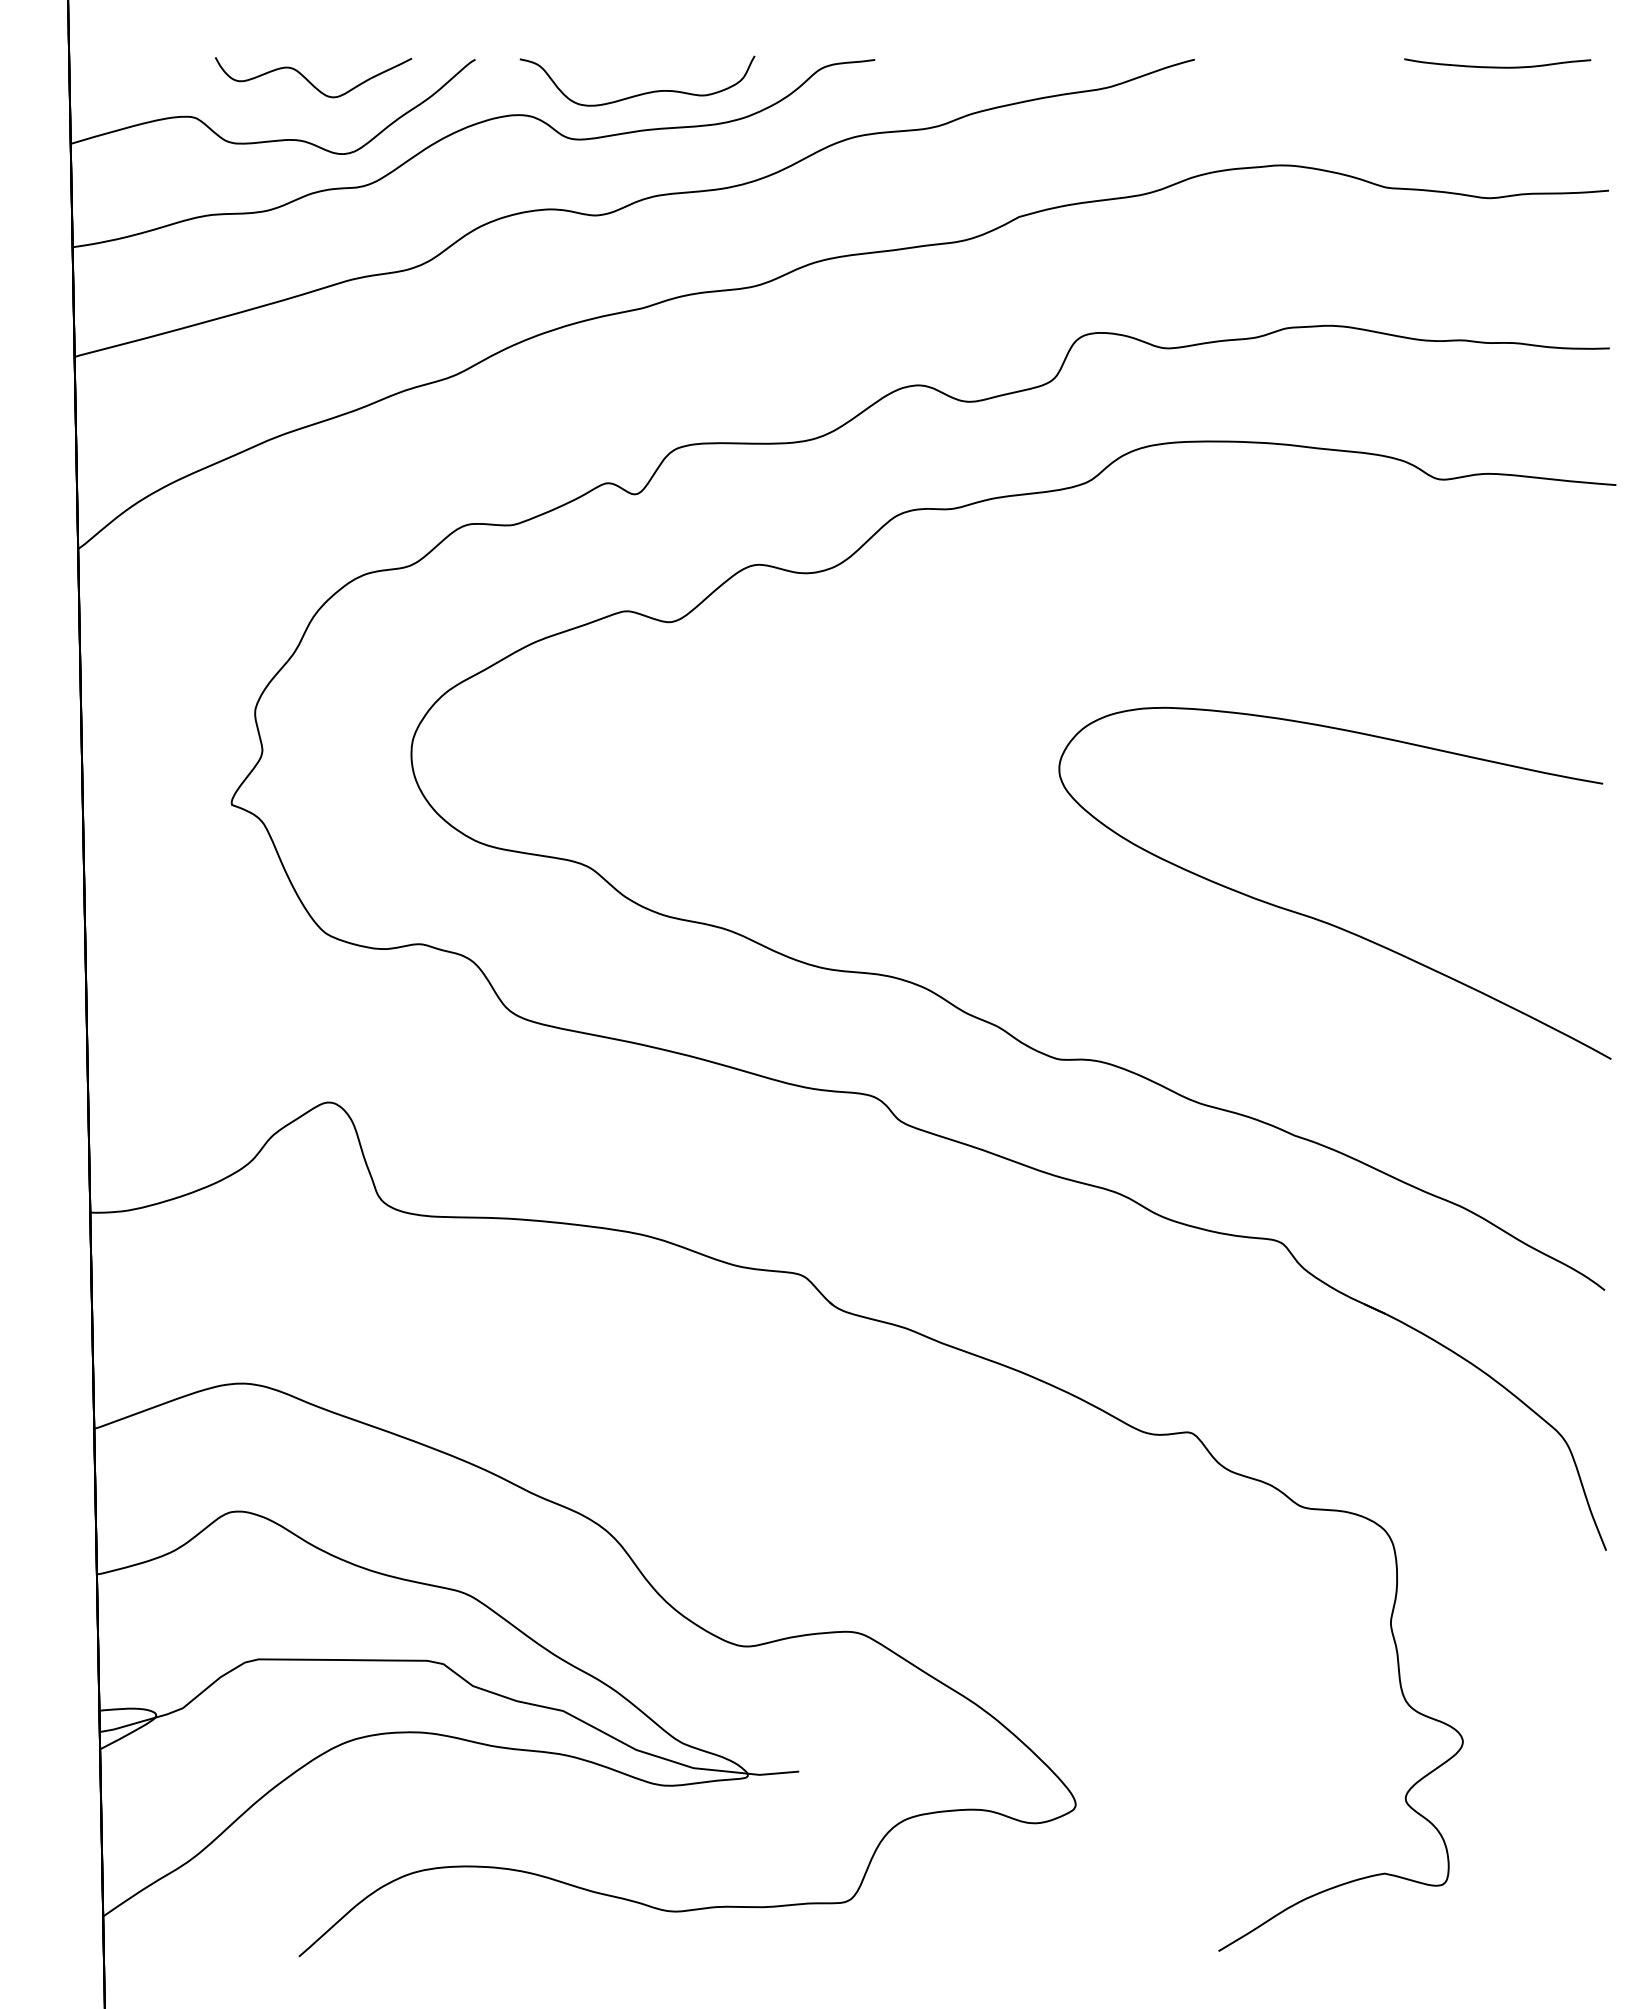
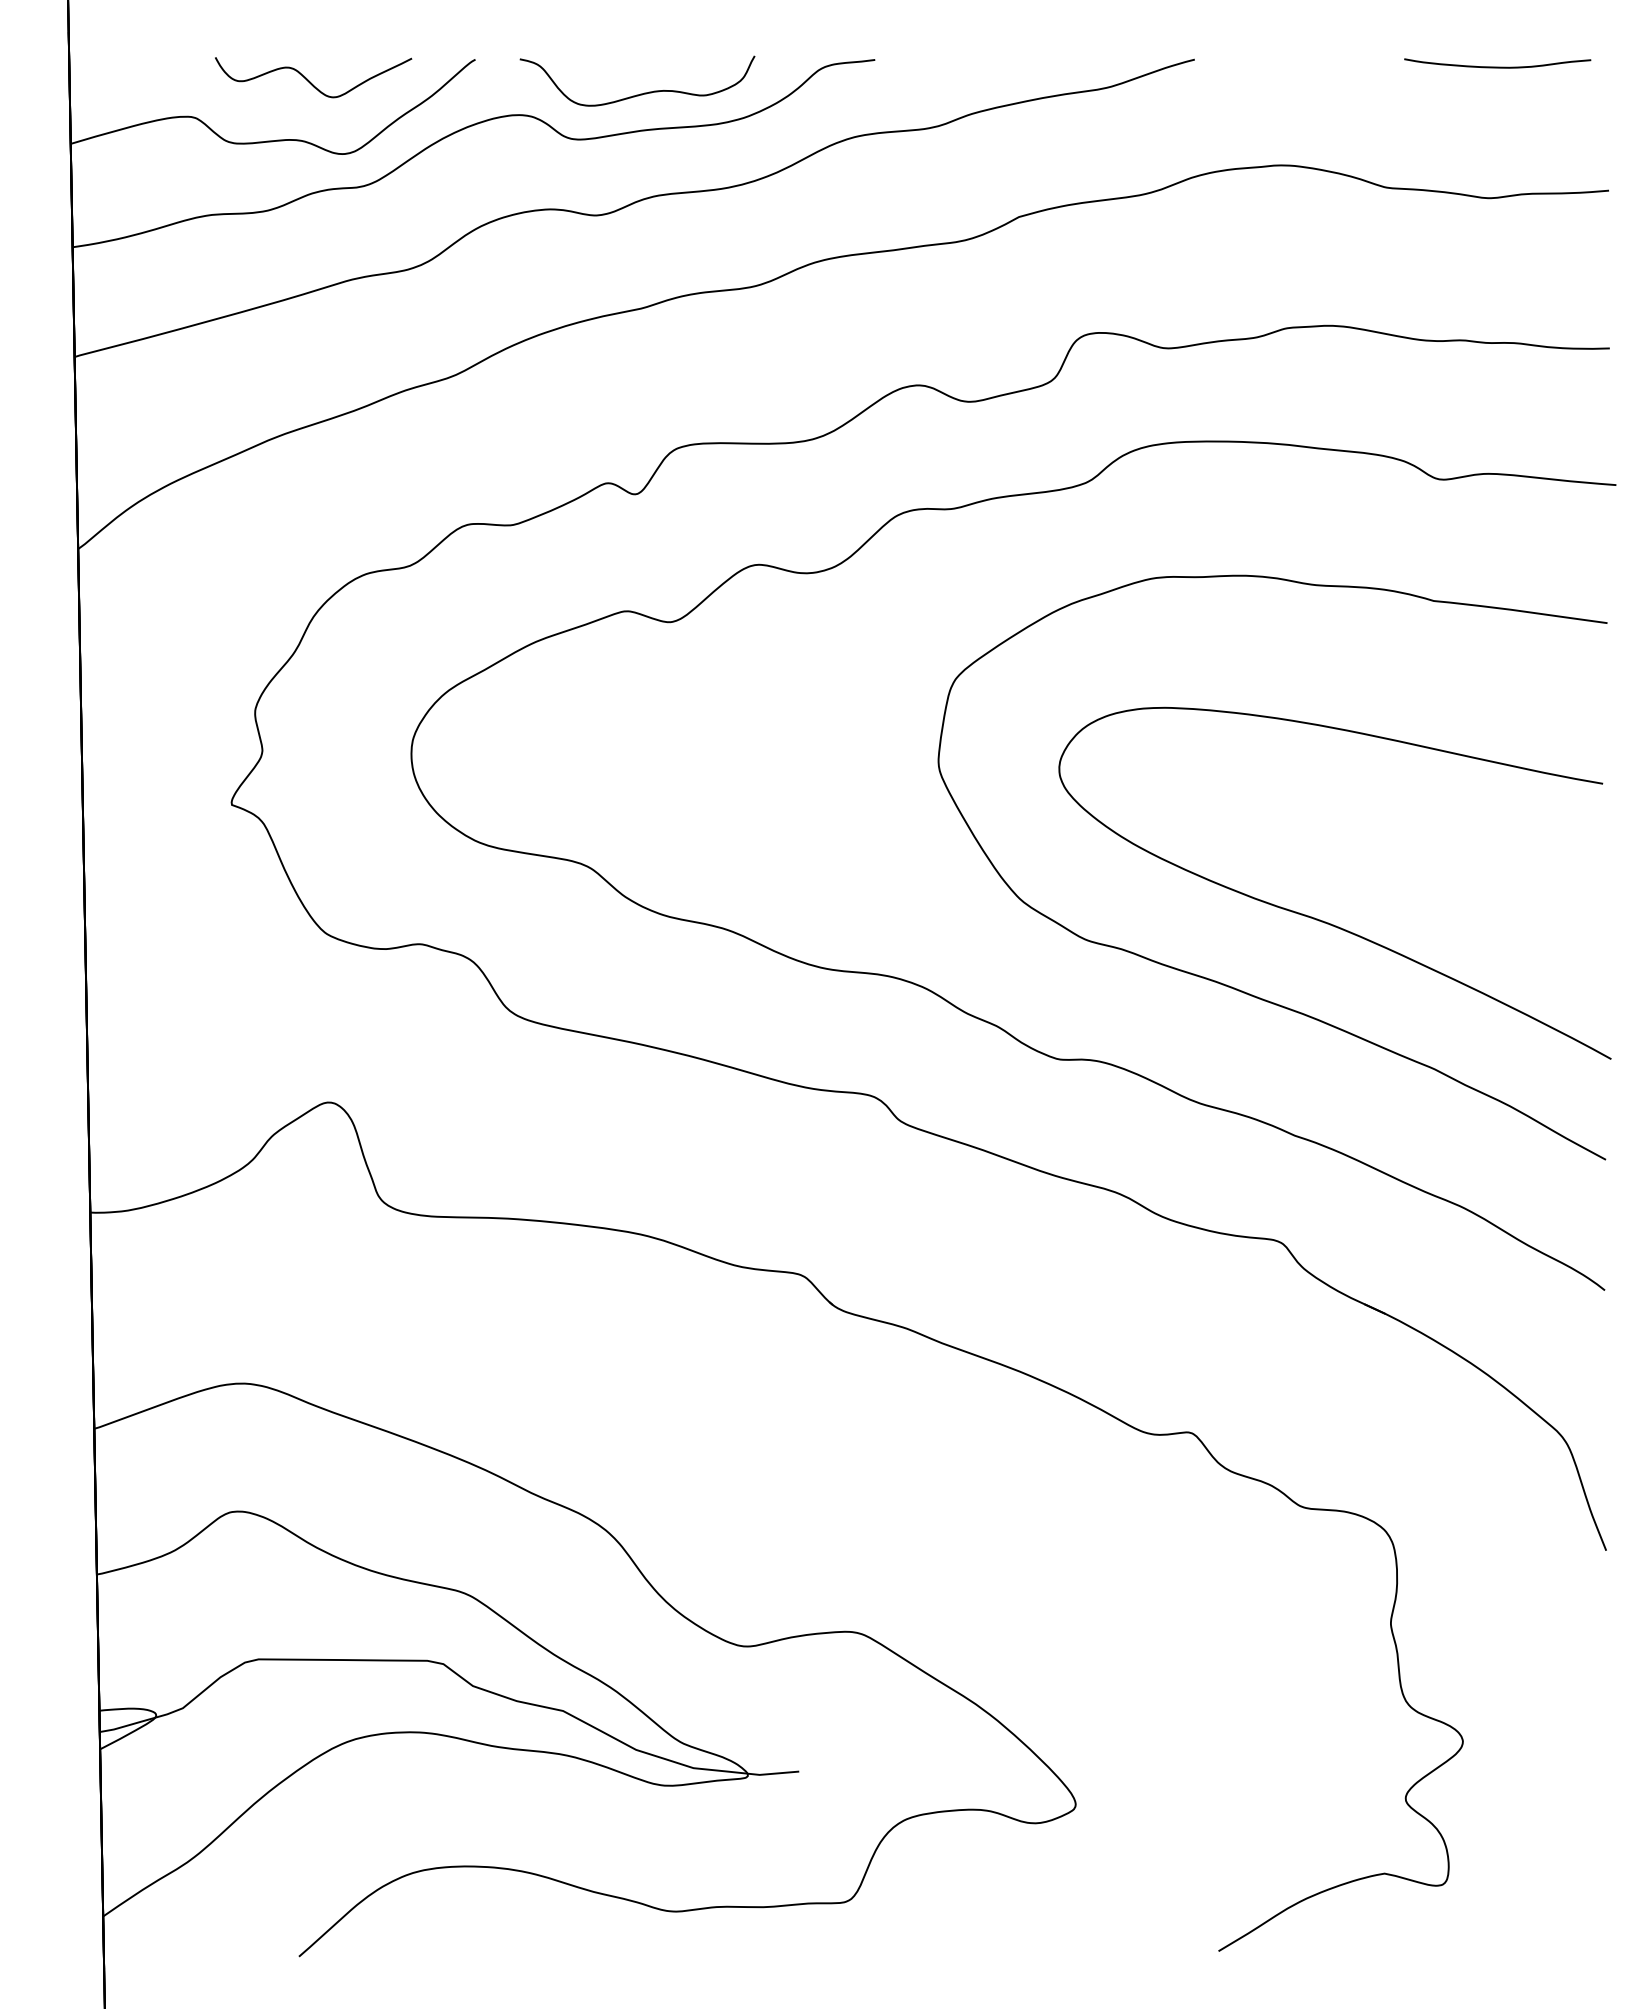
part at (1232, 986): none -> present
